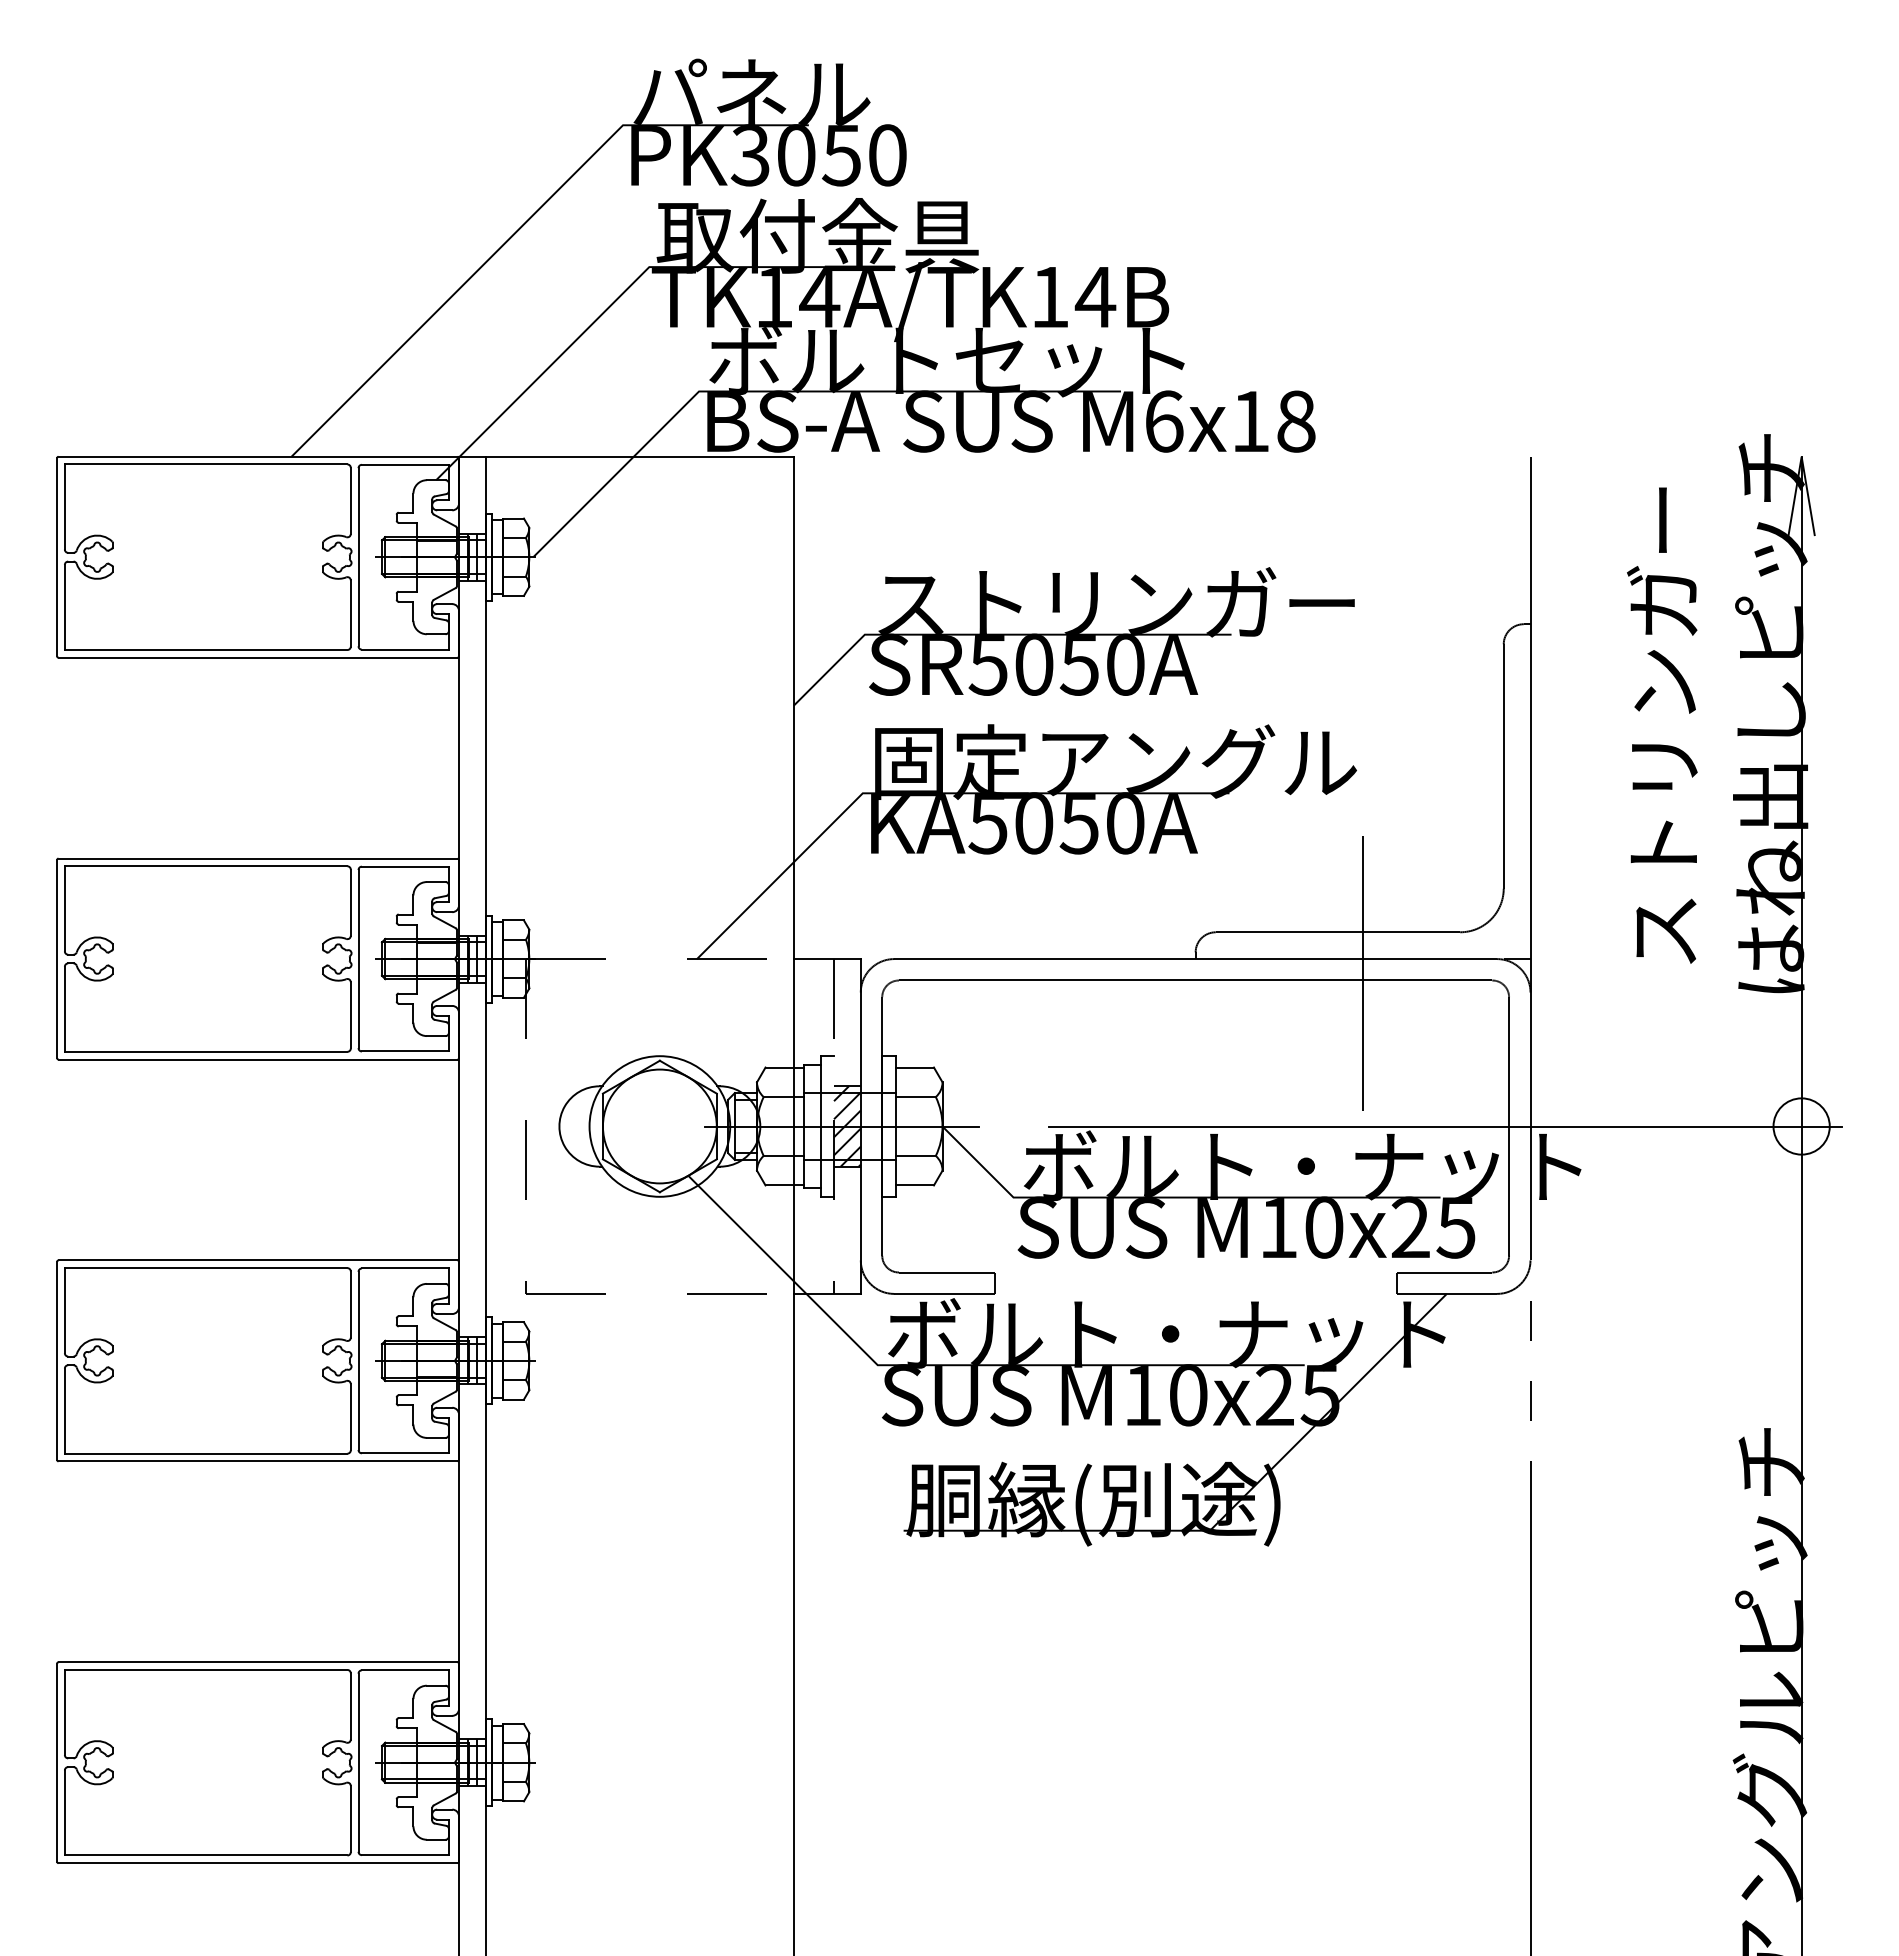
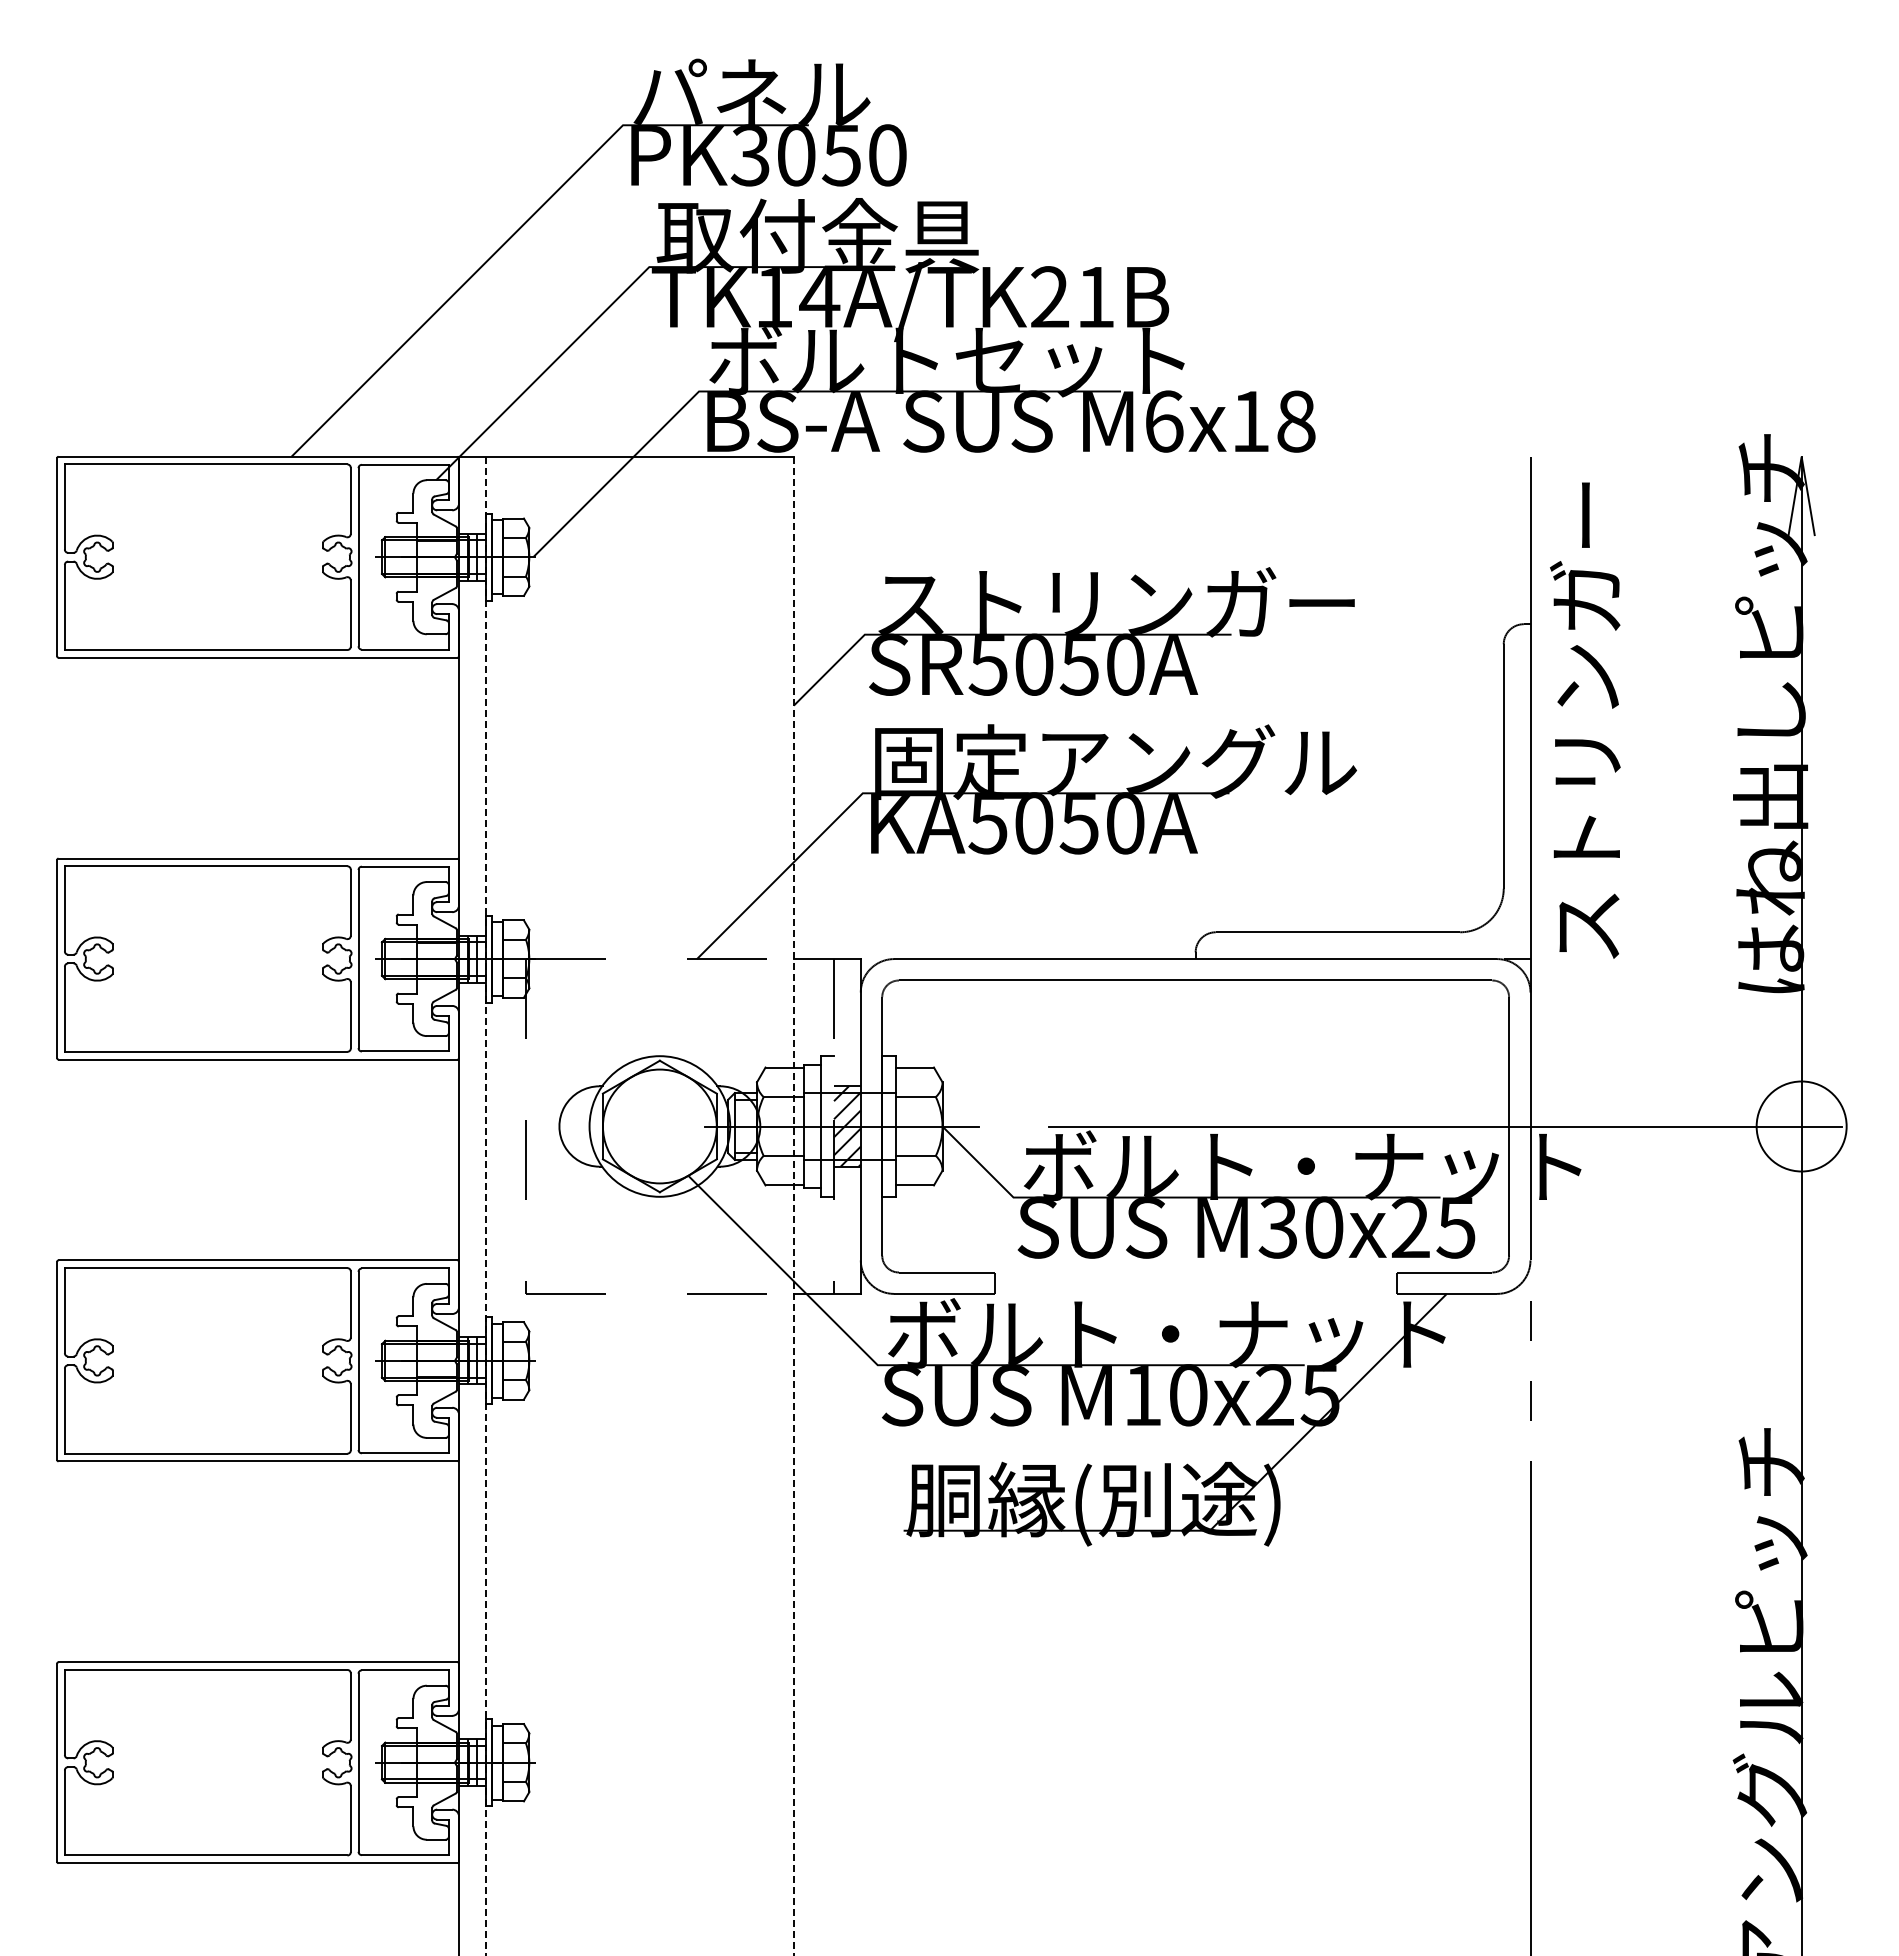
text at (1073, 296): TK14A/TK14B -> TK14A/TK21B
text at (1662, 725) position: (1662, 725) -> (1585, 720)
line at (1363, 973): present -> none
circle at (1801, 1126) diameter: 56 px -> 90 px
line at (485, 1206): solid -> dashed
line at (793, 1206): solid -> dashed
text at (1277, 1227): M10x25 -> M30x25
